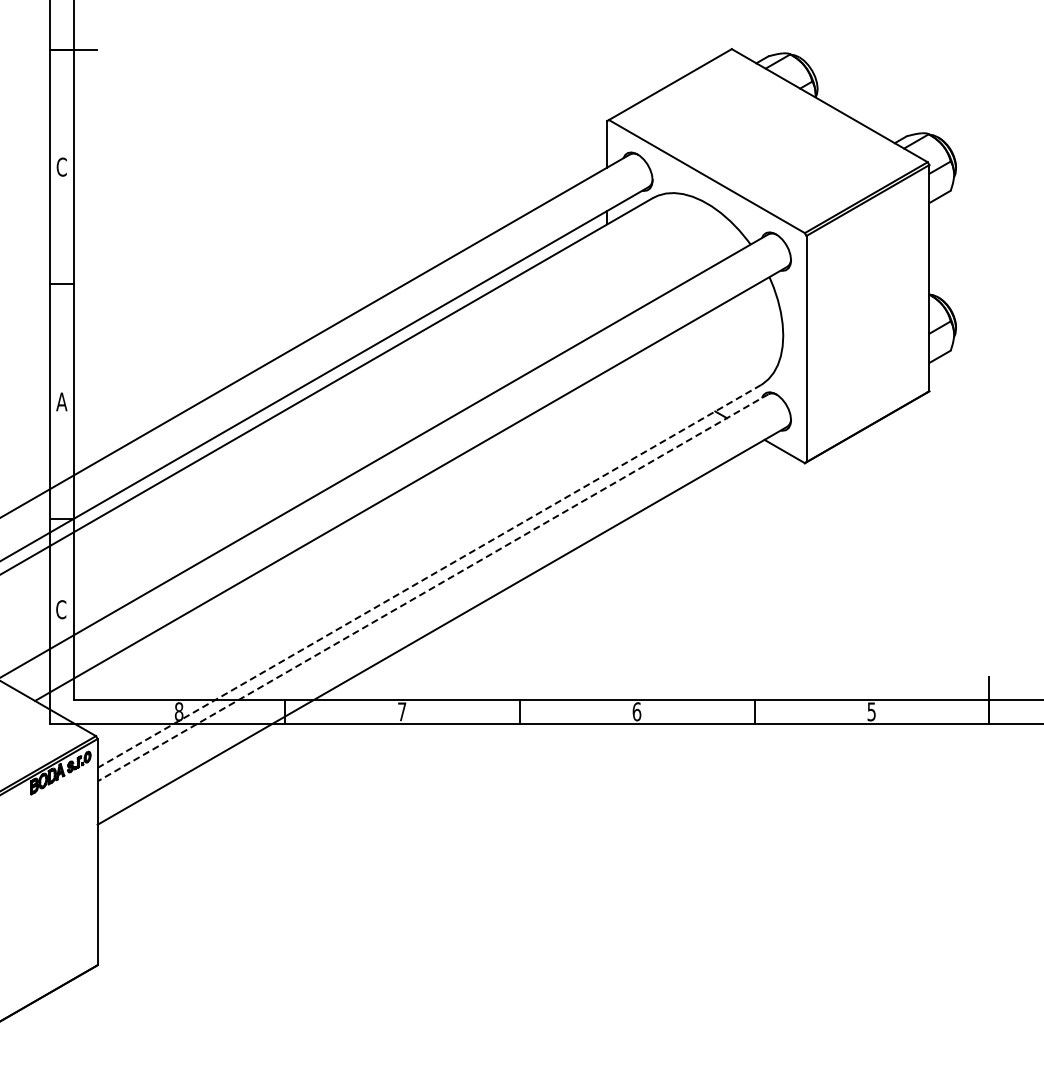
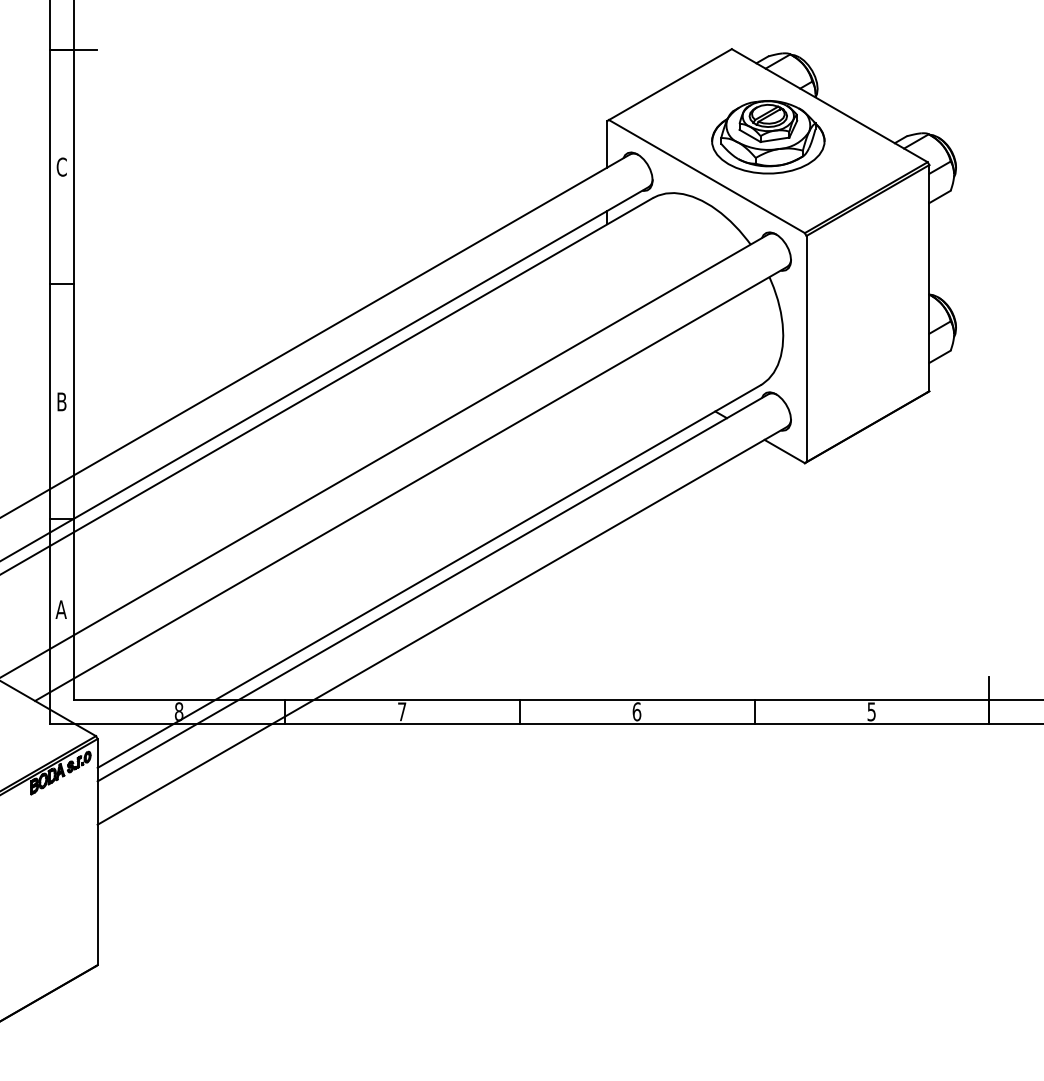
part at (768, 137): none -> present
text at (61, 401): A -> B
line at (429, 576): dashed -> solid
line at (432, 588): dashed -> solid
text at (60, 609): C -> A
